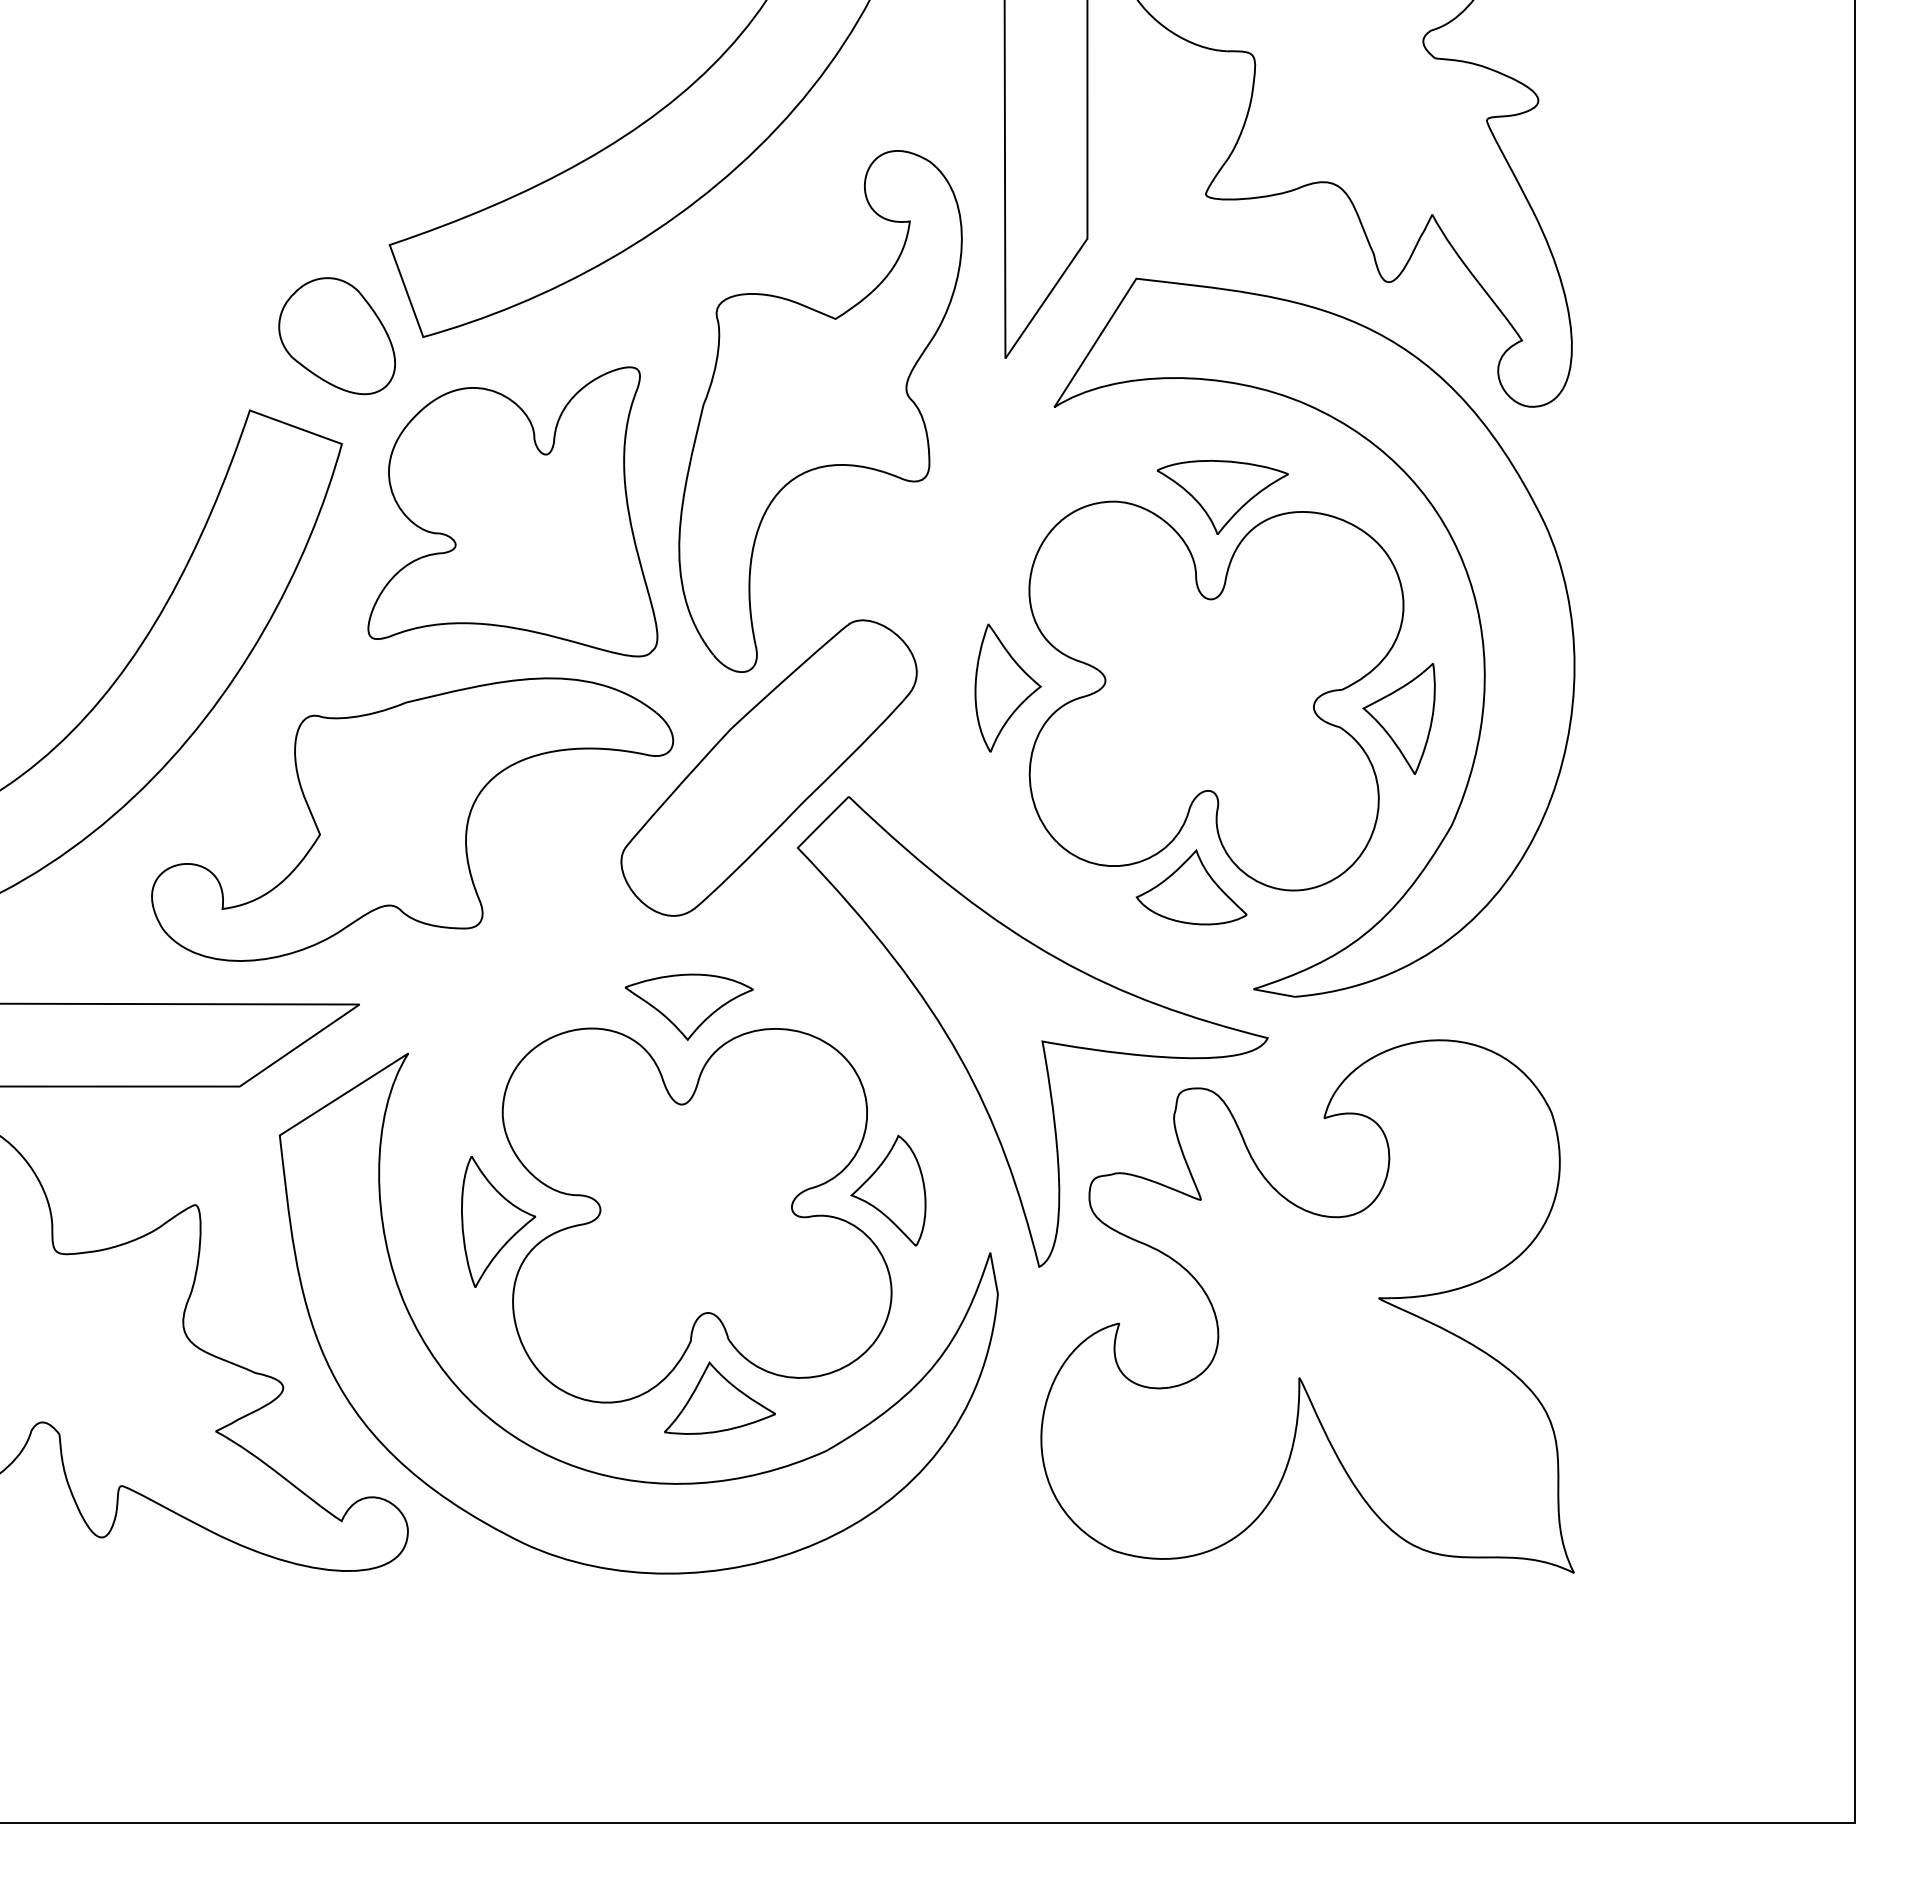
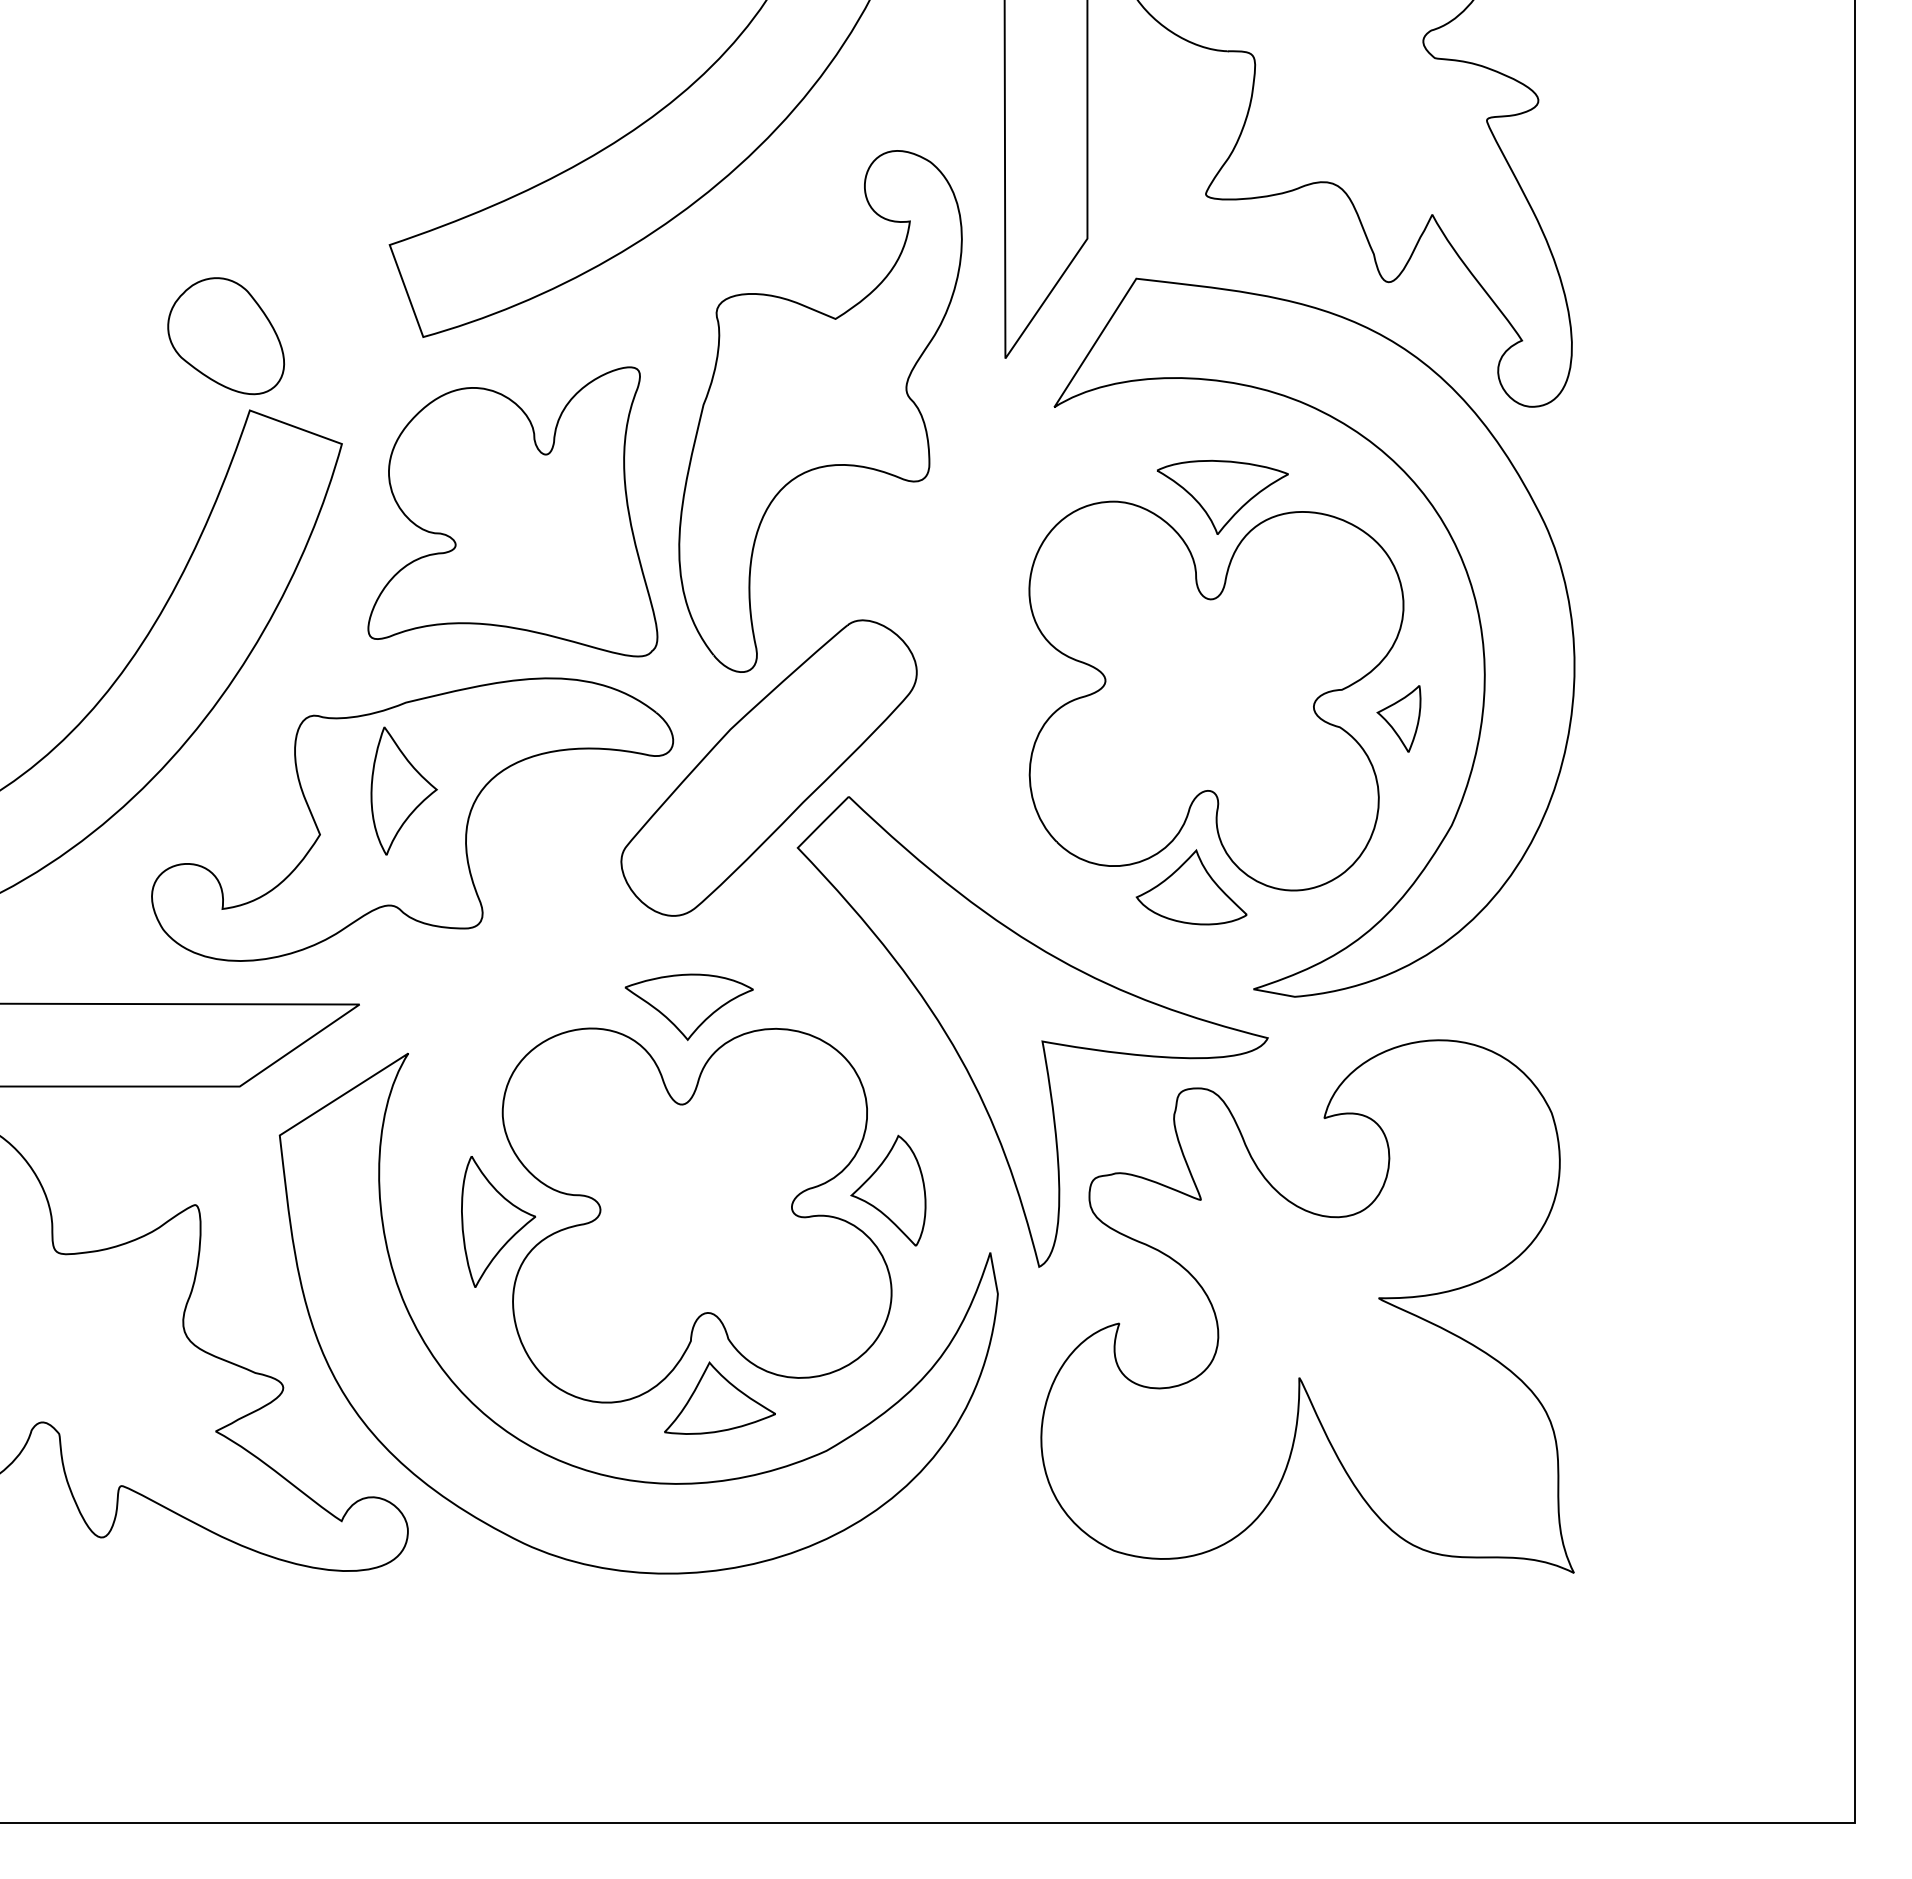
part at (337, 336) position: (337, 336) -> (226, 336)
part at (1007, 687) position: (1007, 687) -> (403, 790)
part at (1398, 718) size: 74x112 px -> 46x68 px
